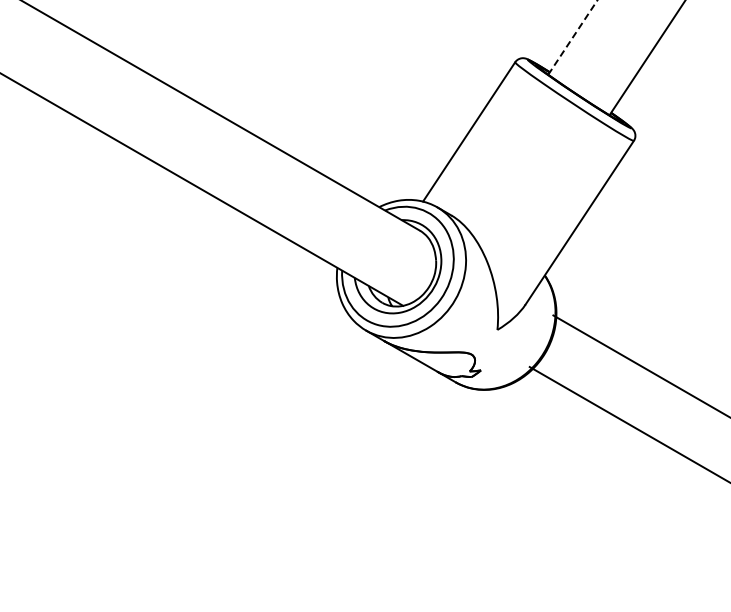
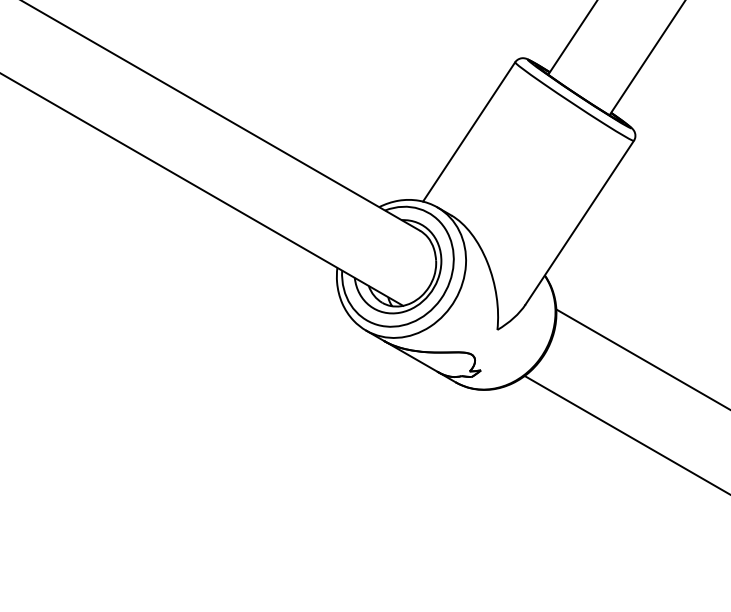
line at (573, 37): dashed -> solid
line at (640, 365) position: (640, 365) -> (641, 358)
line at (628, 424) position: (628, 424) -> (625, 434)
